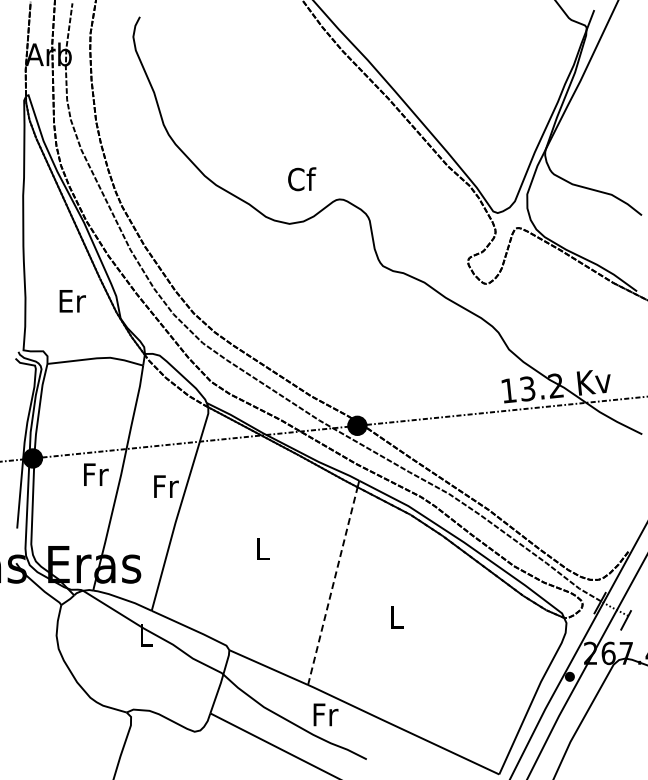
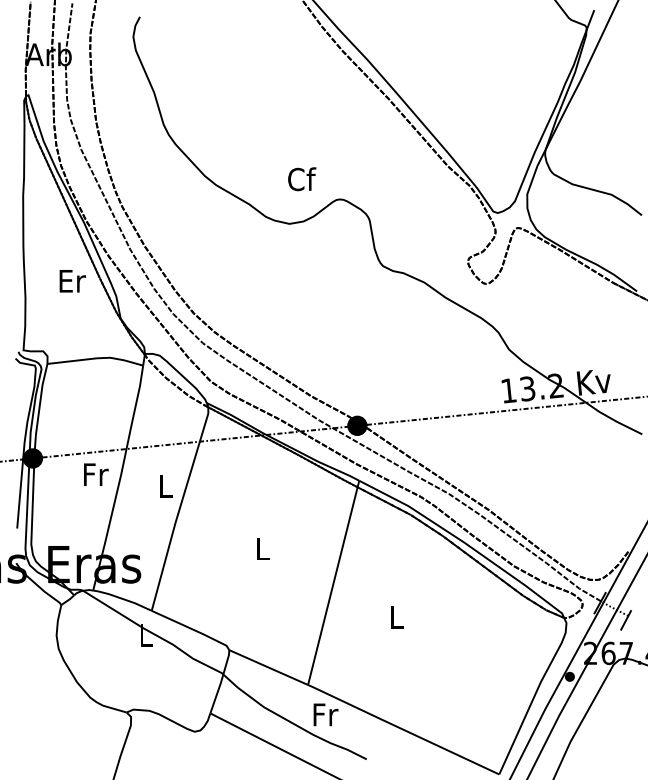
text at (72, 301) position: (72, 301) -> (72, 281)
text at (166, 486): Fr -> L
line at (332, 586): dashed -> solid
